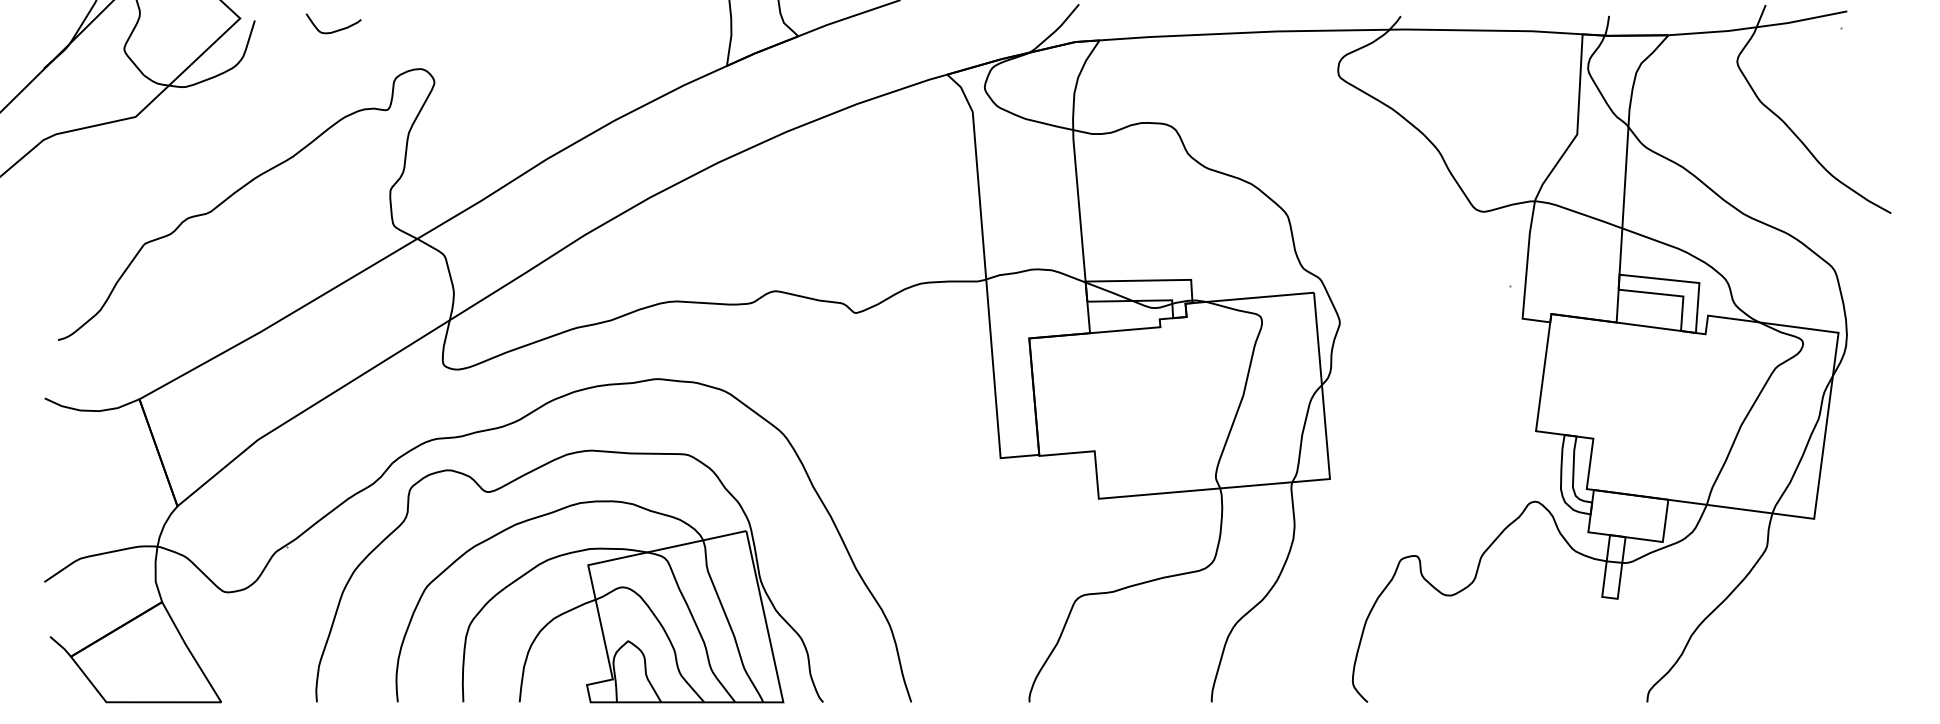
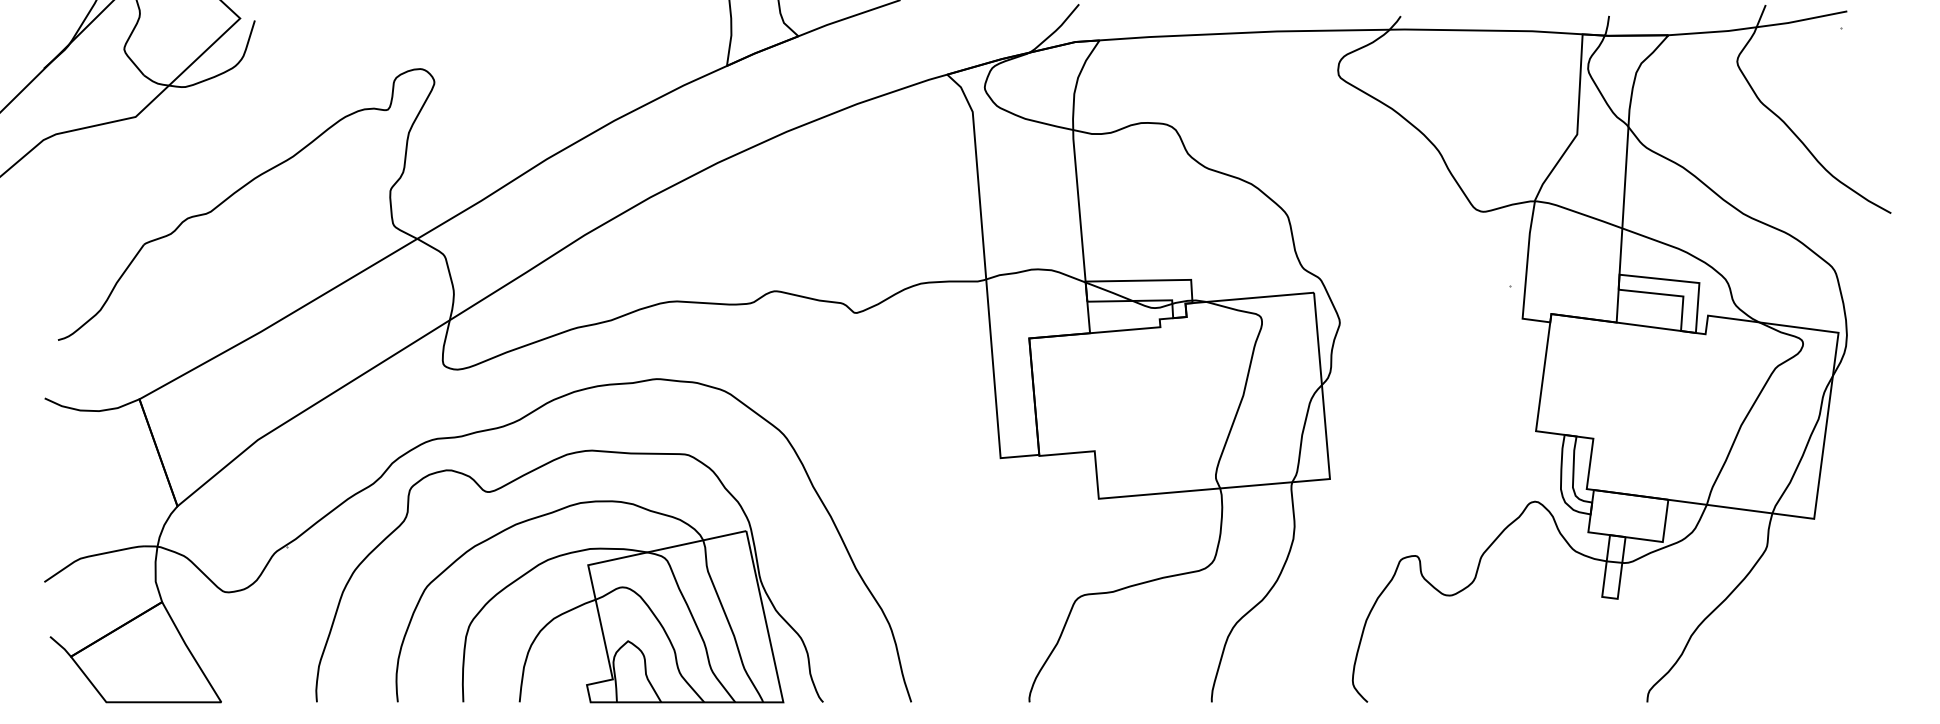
curve at (334, 30): present -> none
